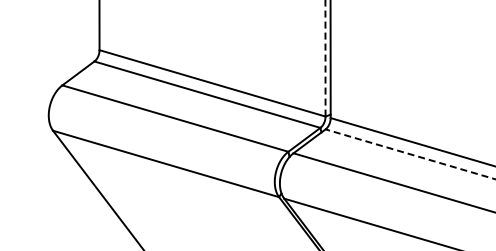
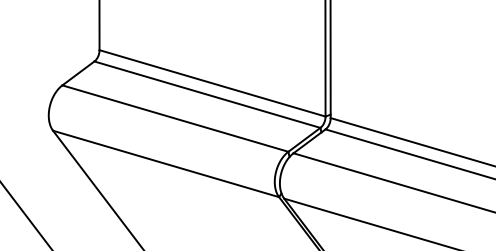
line at (325, 58): dashed -> solid
line at (409, 154): dashed -> solid
line at (26, 215): none -> present
